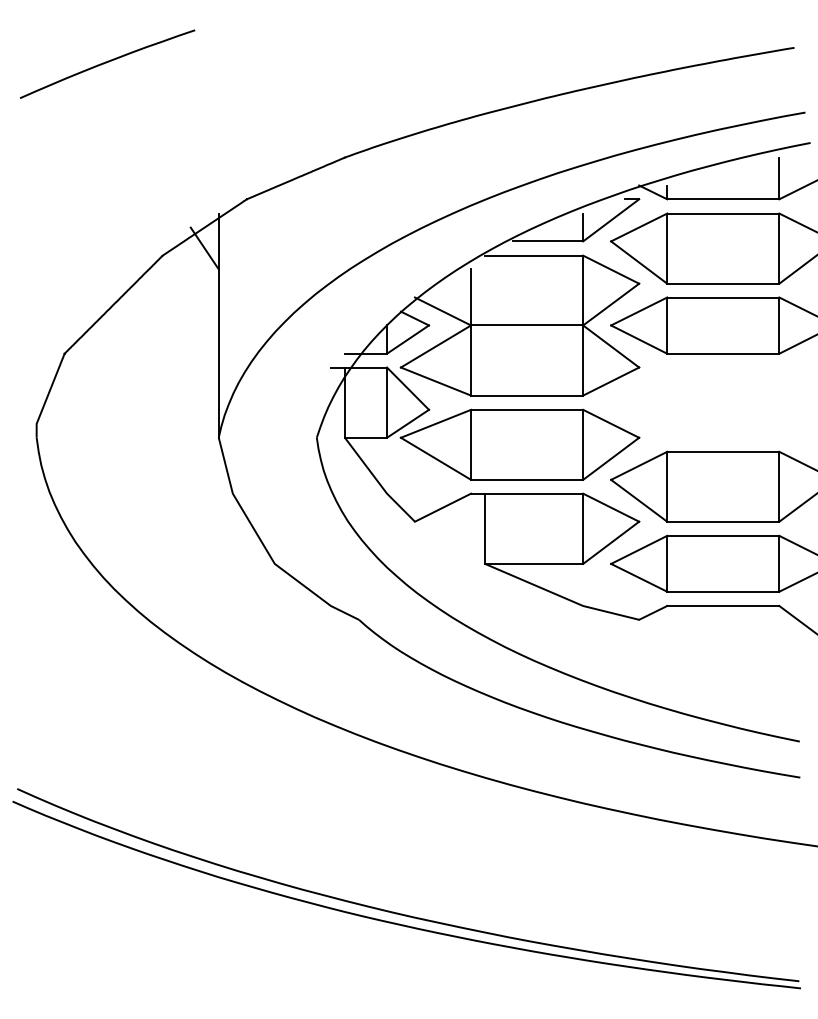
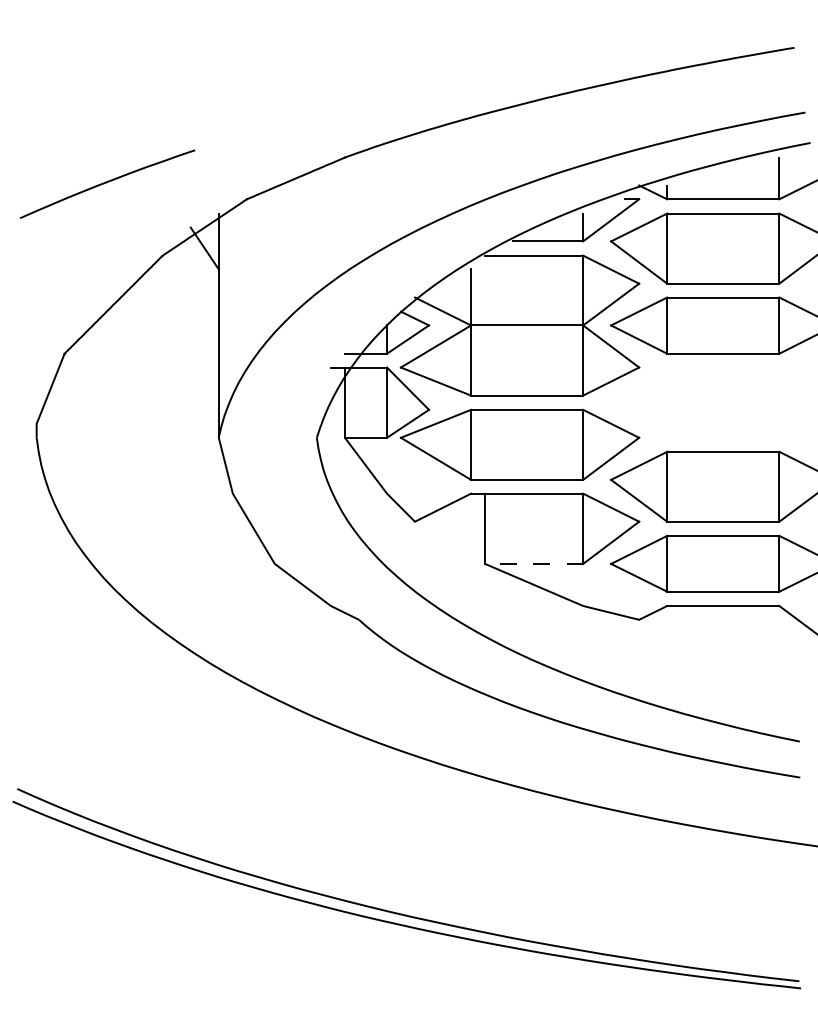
curve at (107, 62) position: (107, 62) -> (107, 182)
line at (533, 563): solid -> dashed
